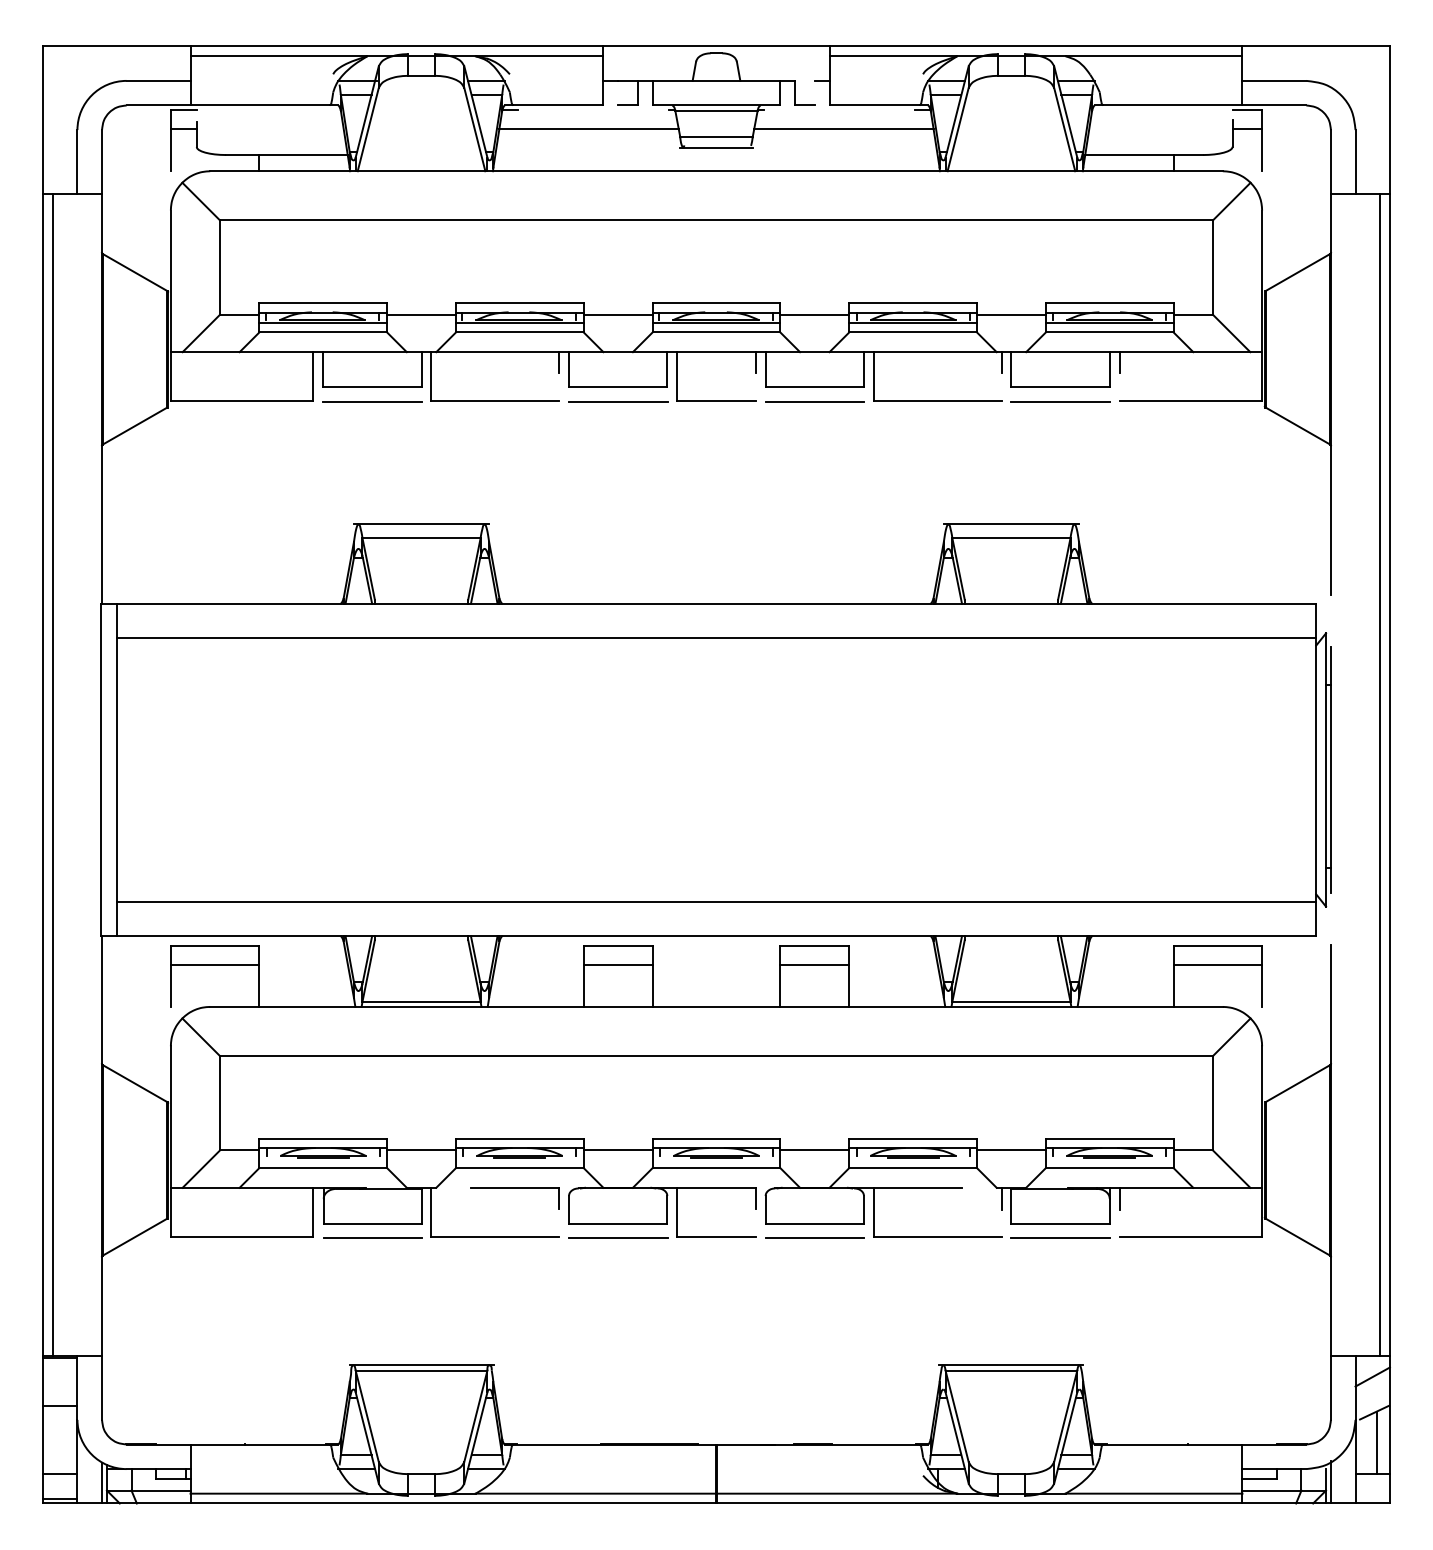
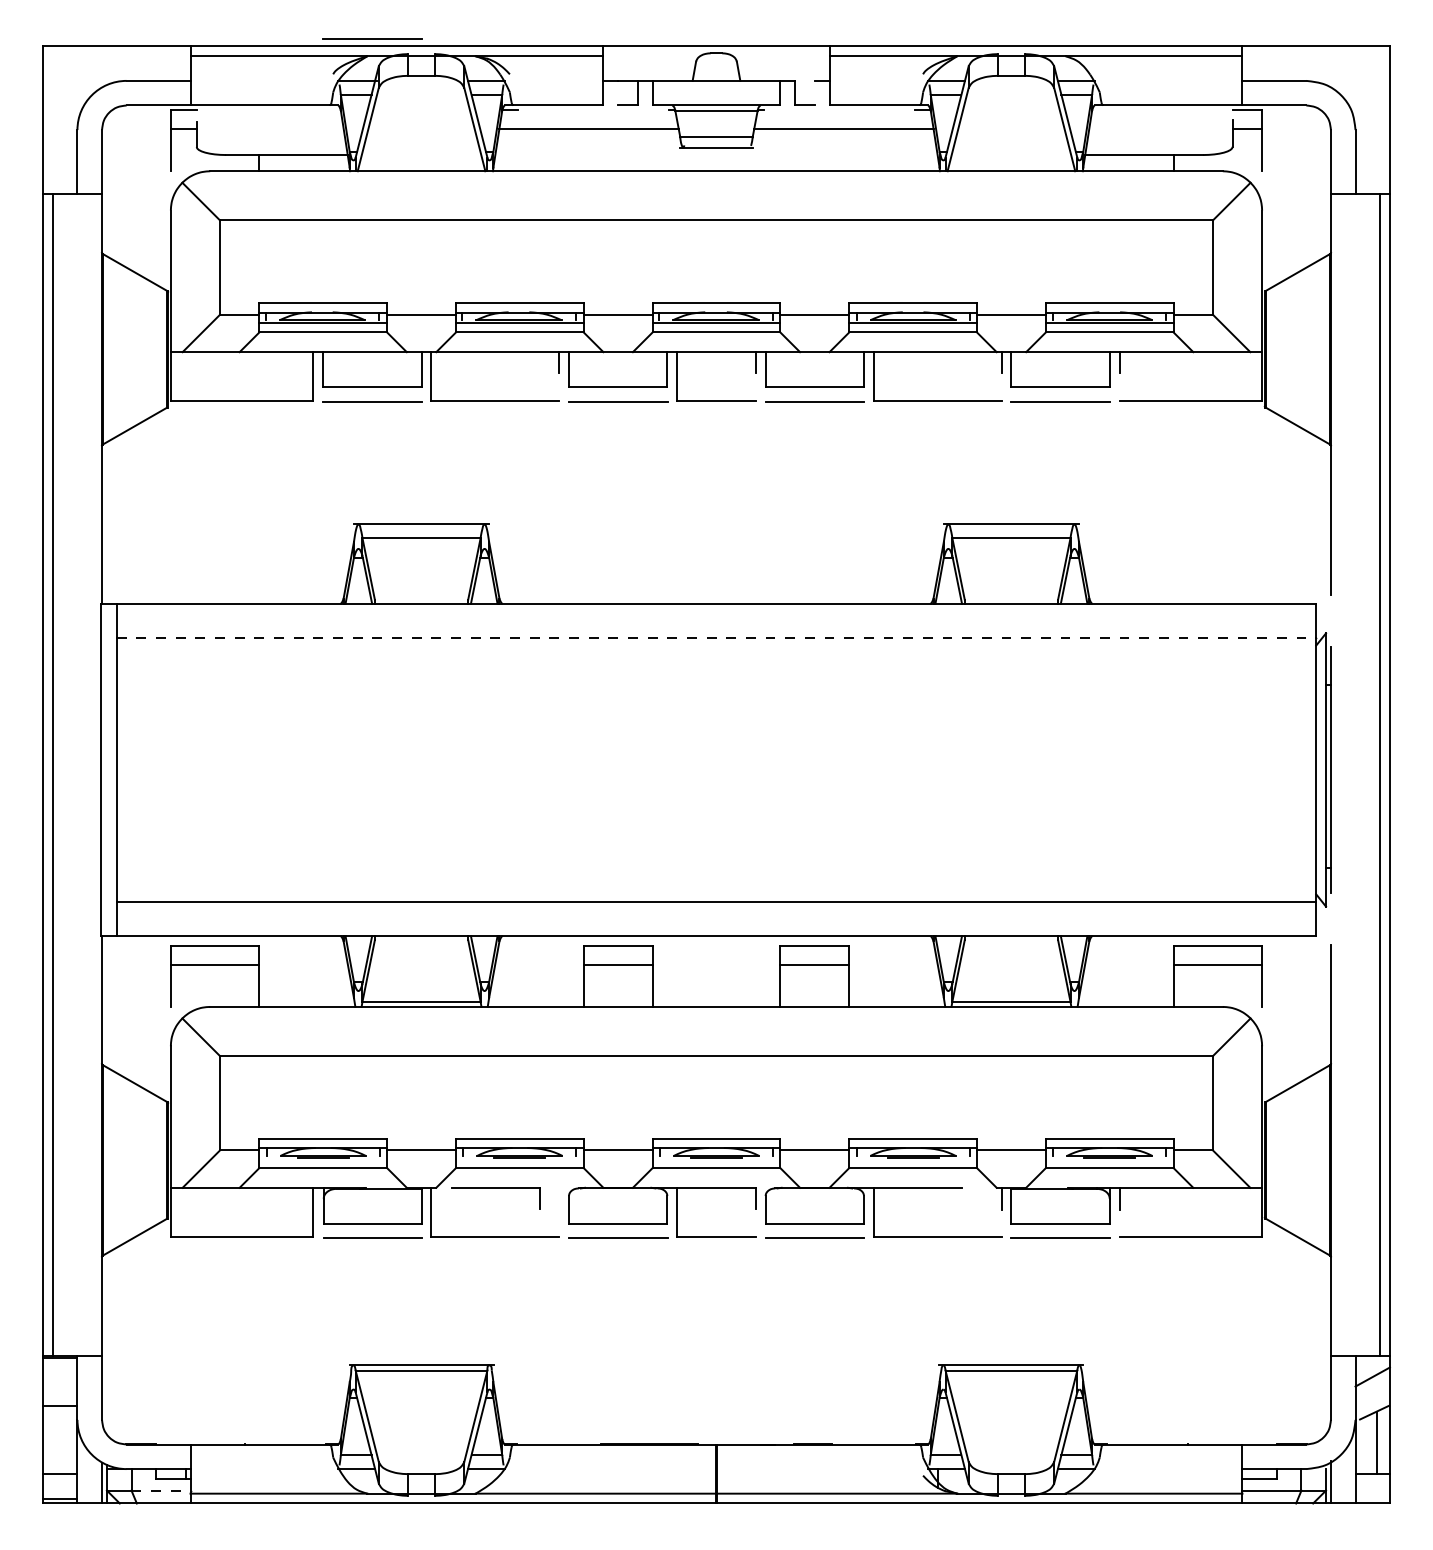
line at (372, 38): none -> present
line at (716, 638): solid -> dashed
part at (514, 1188) position: (514, 1188) -> (495, 1188)
line at (161, 1490): solid -> dashed
